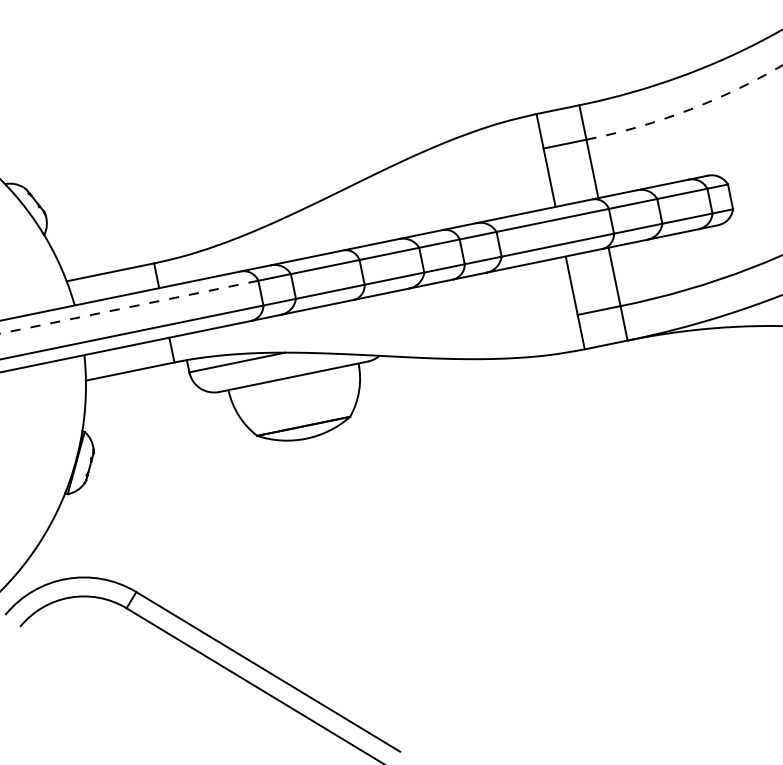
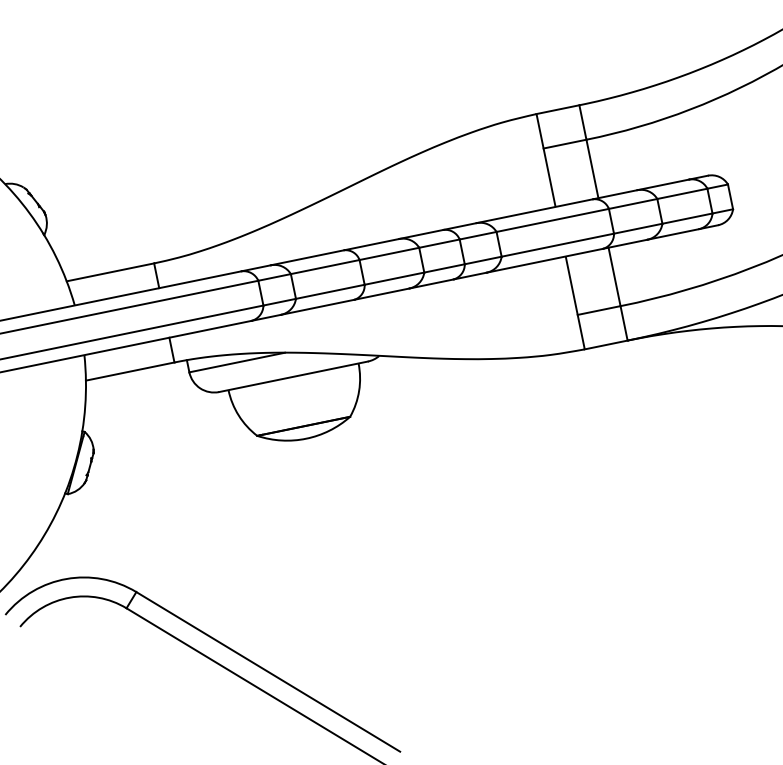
arc at (688, 110): dashed -> solid
line at (129, 307): dashed -> solid
